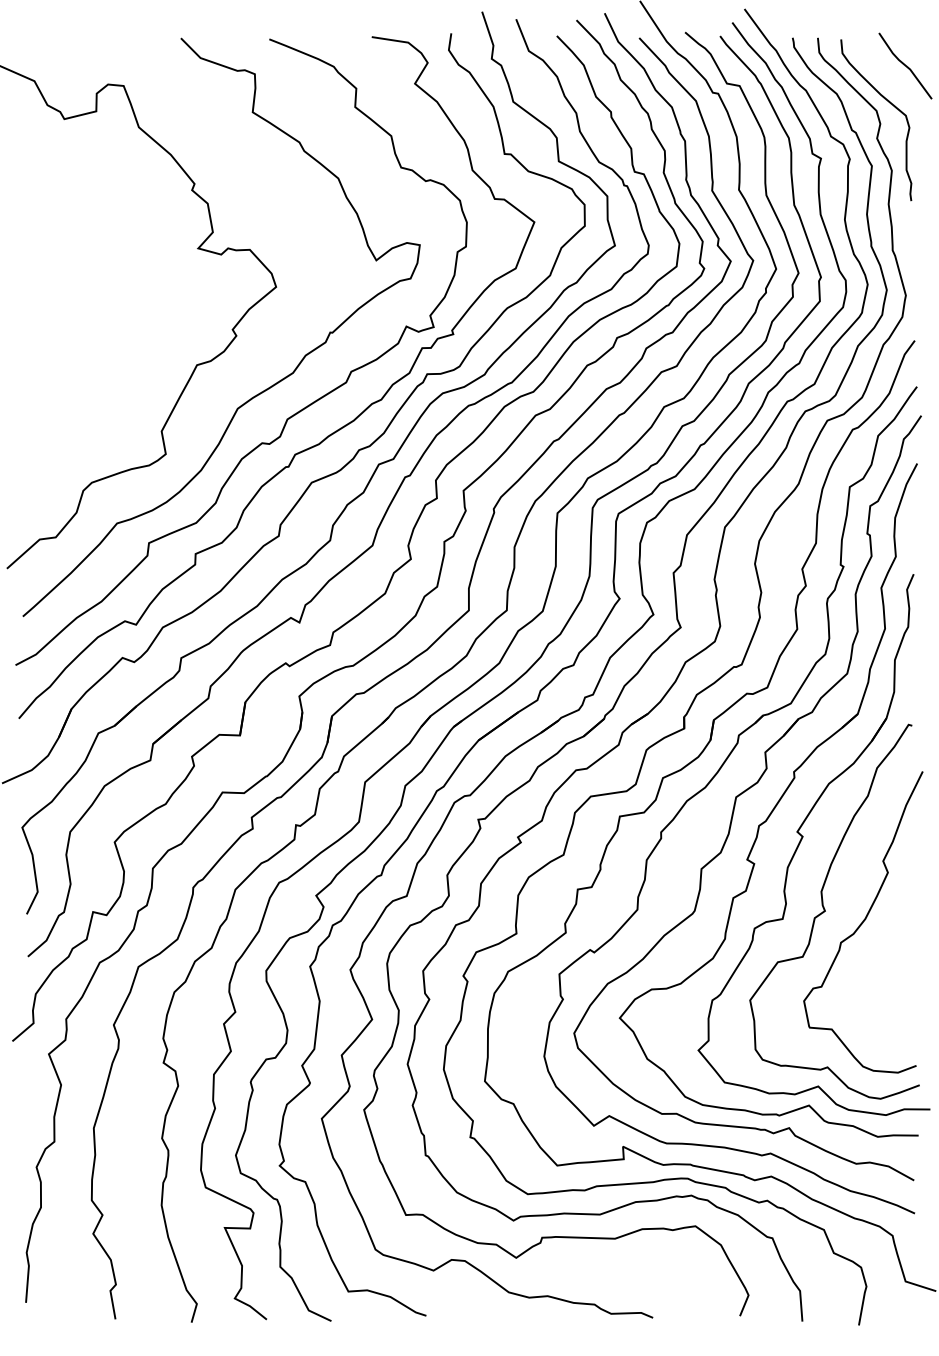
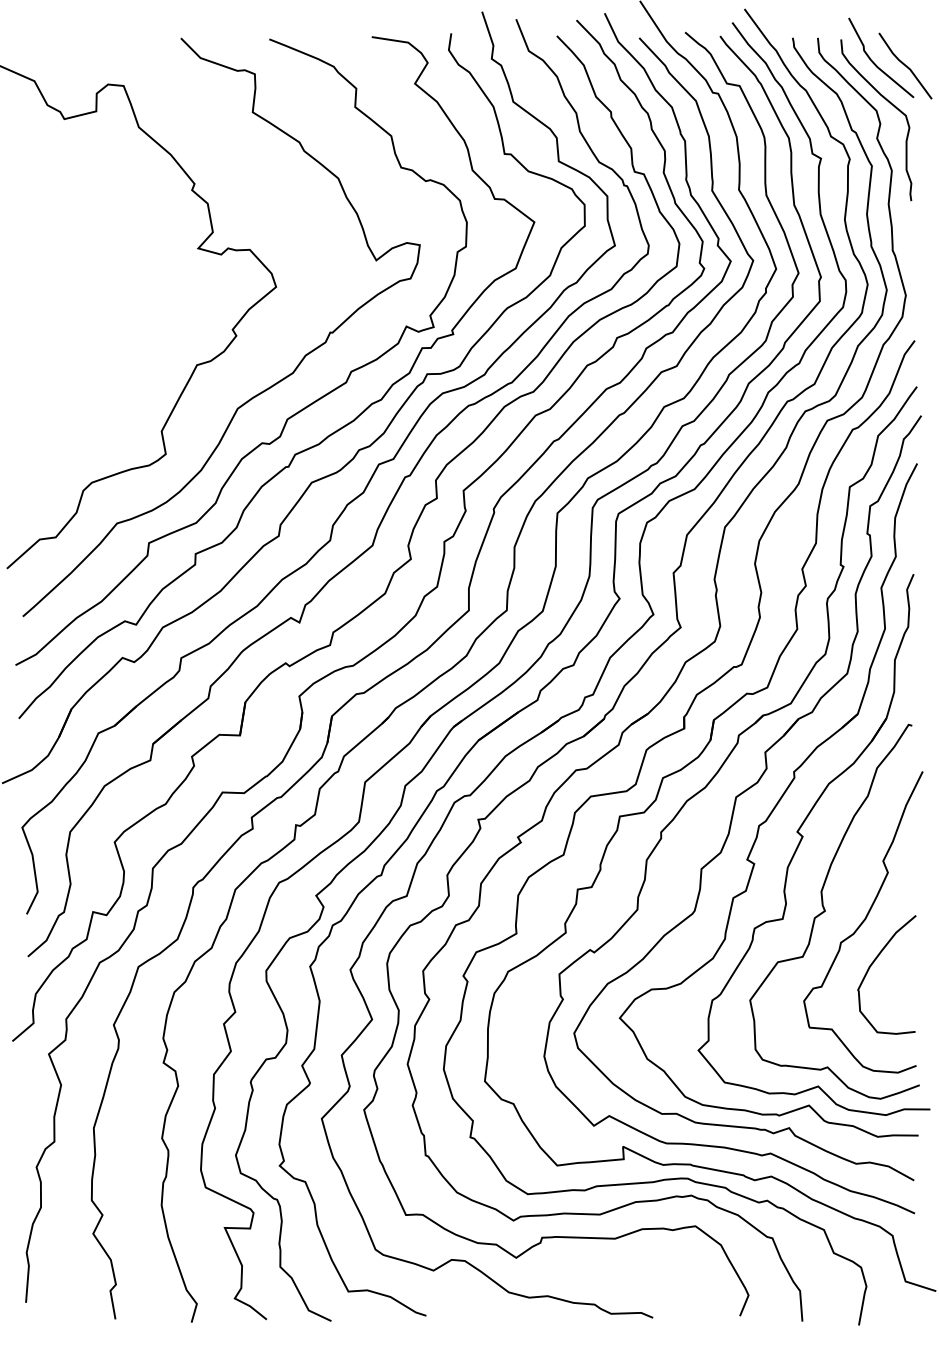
curve at (875, 63): none -> present
curve at (874, 962): none -> present
